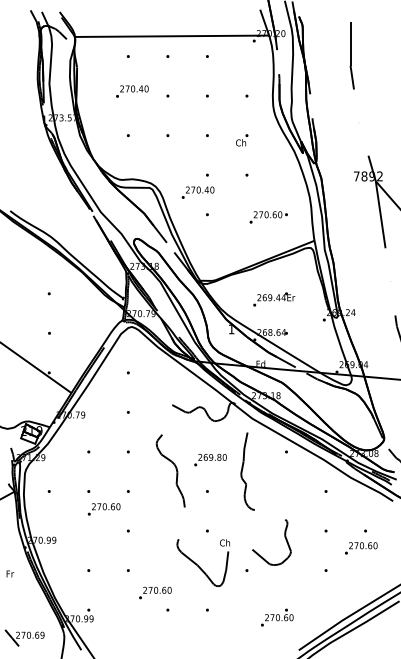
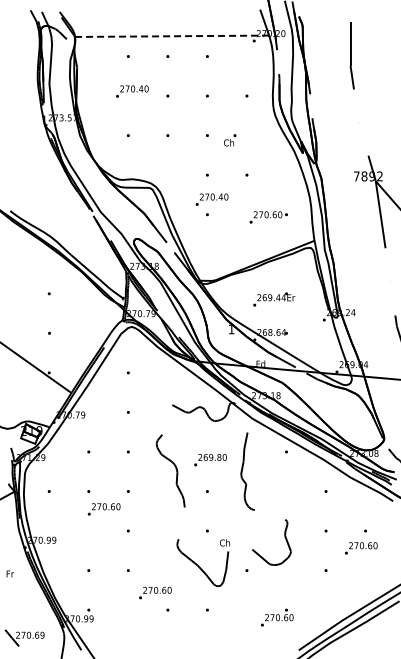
line at (172, 36): solid -> dashed
text at (242, 140) position: (242, 140) -> (230, 140)
text at (197, 192) position: (197, 192) -> (211, 199)
